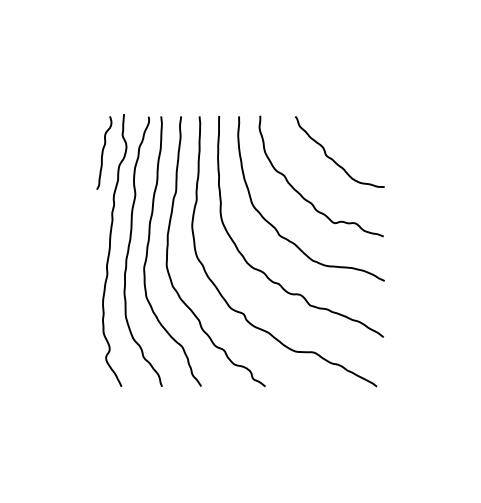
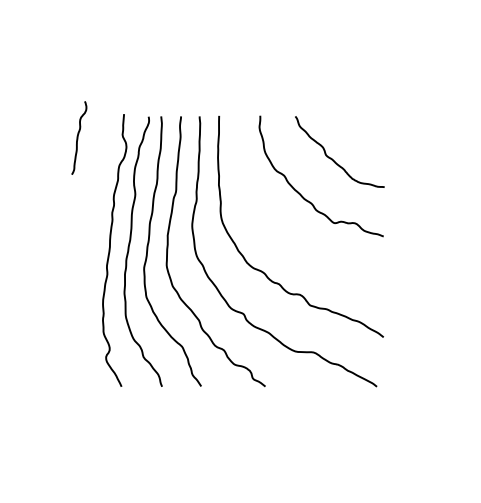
curve at (103, 152) position: (103, 152) -> (78, 137)
curve at (277, 229): present -> none
